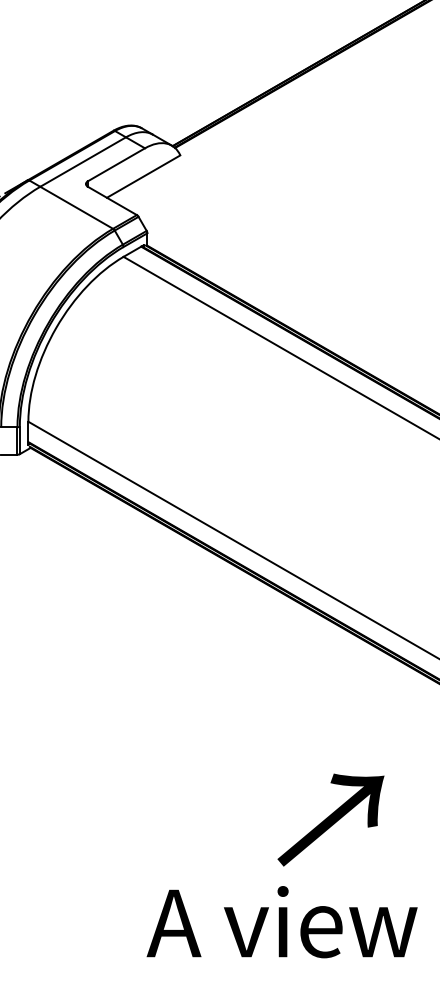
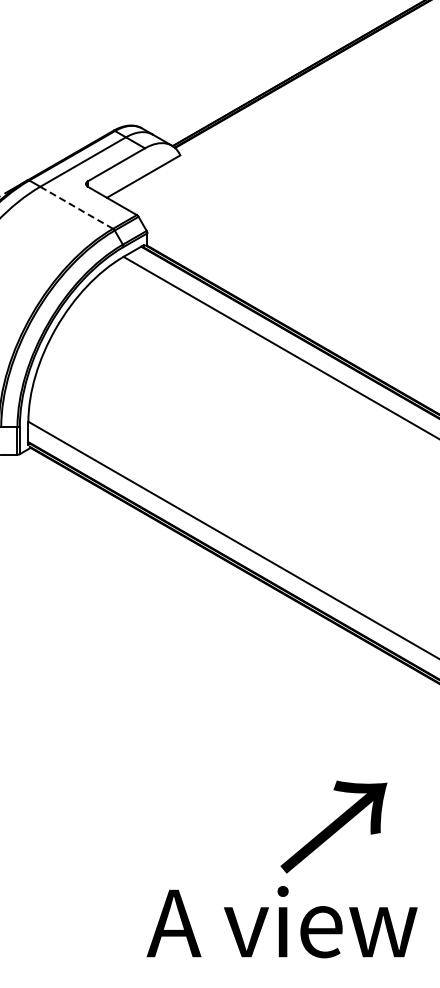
line at (76, 207): solid -> dashed
text at (330, 819) position: (330, 819) -> (333, 826)
